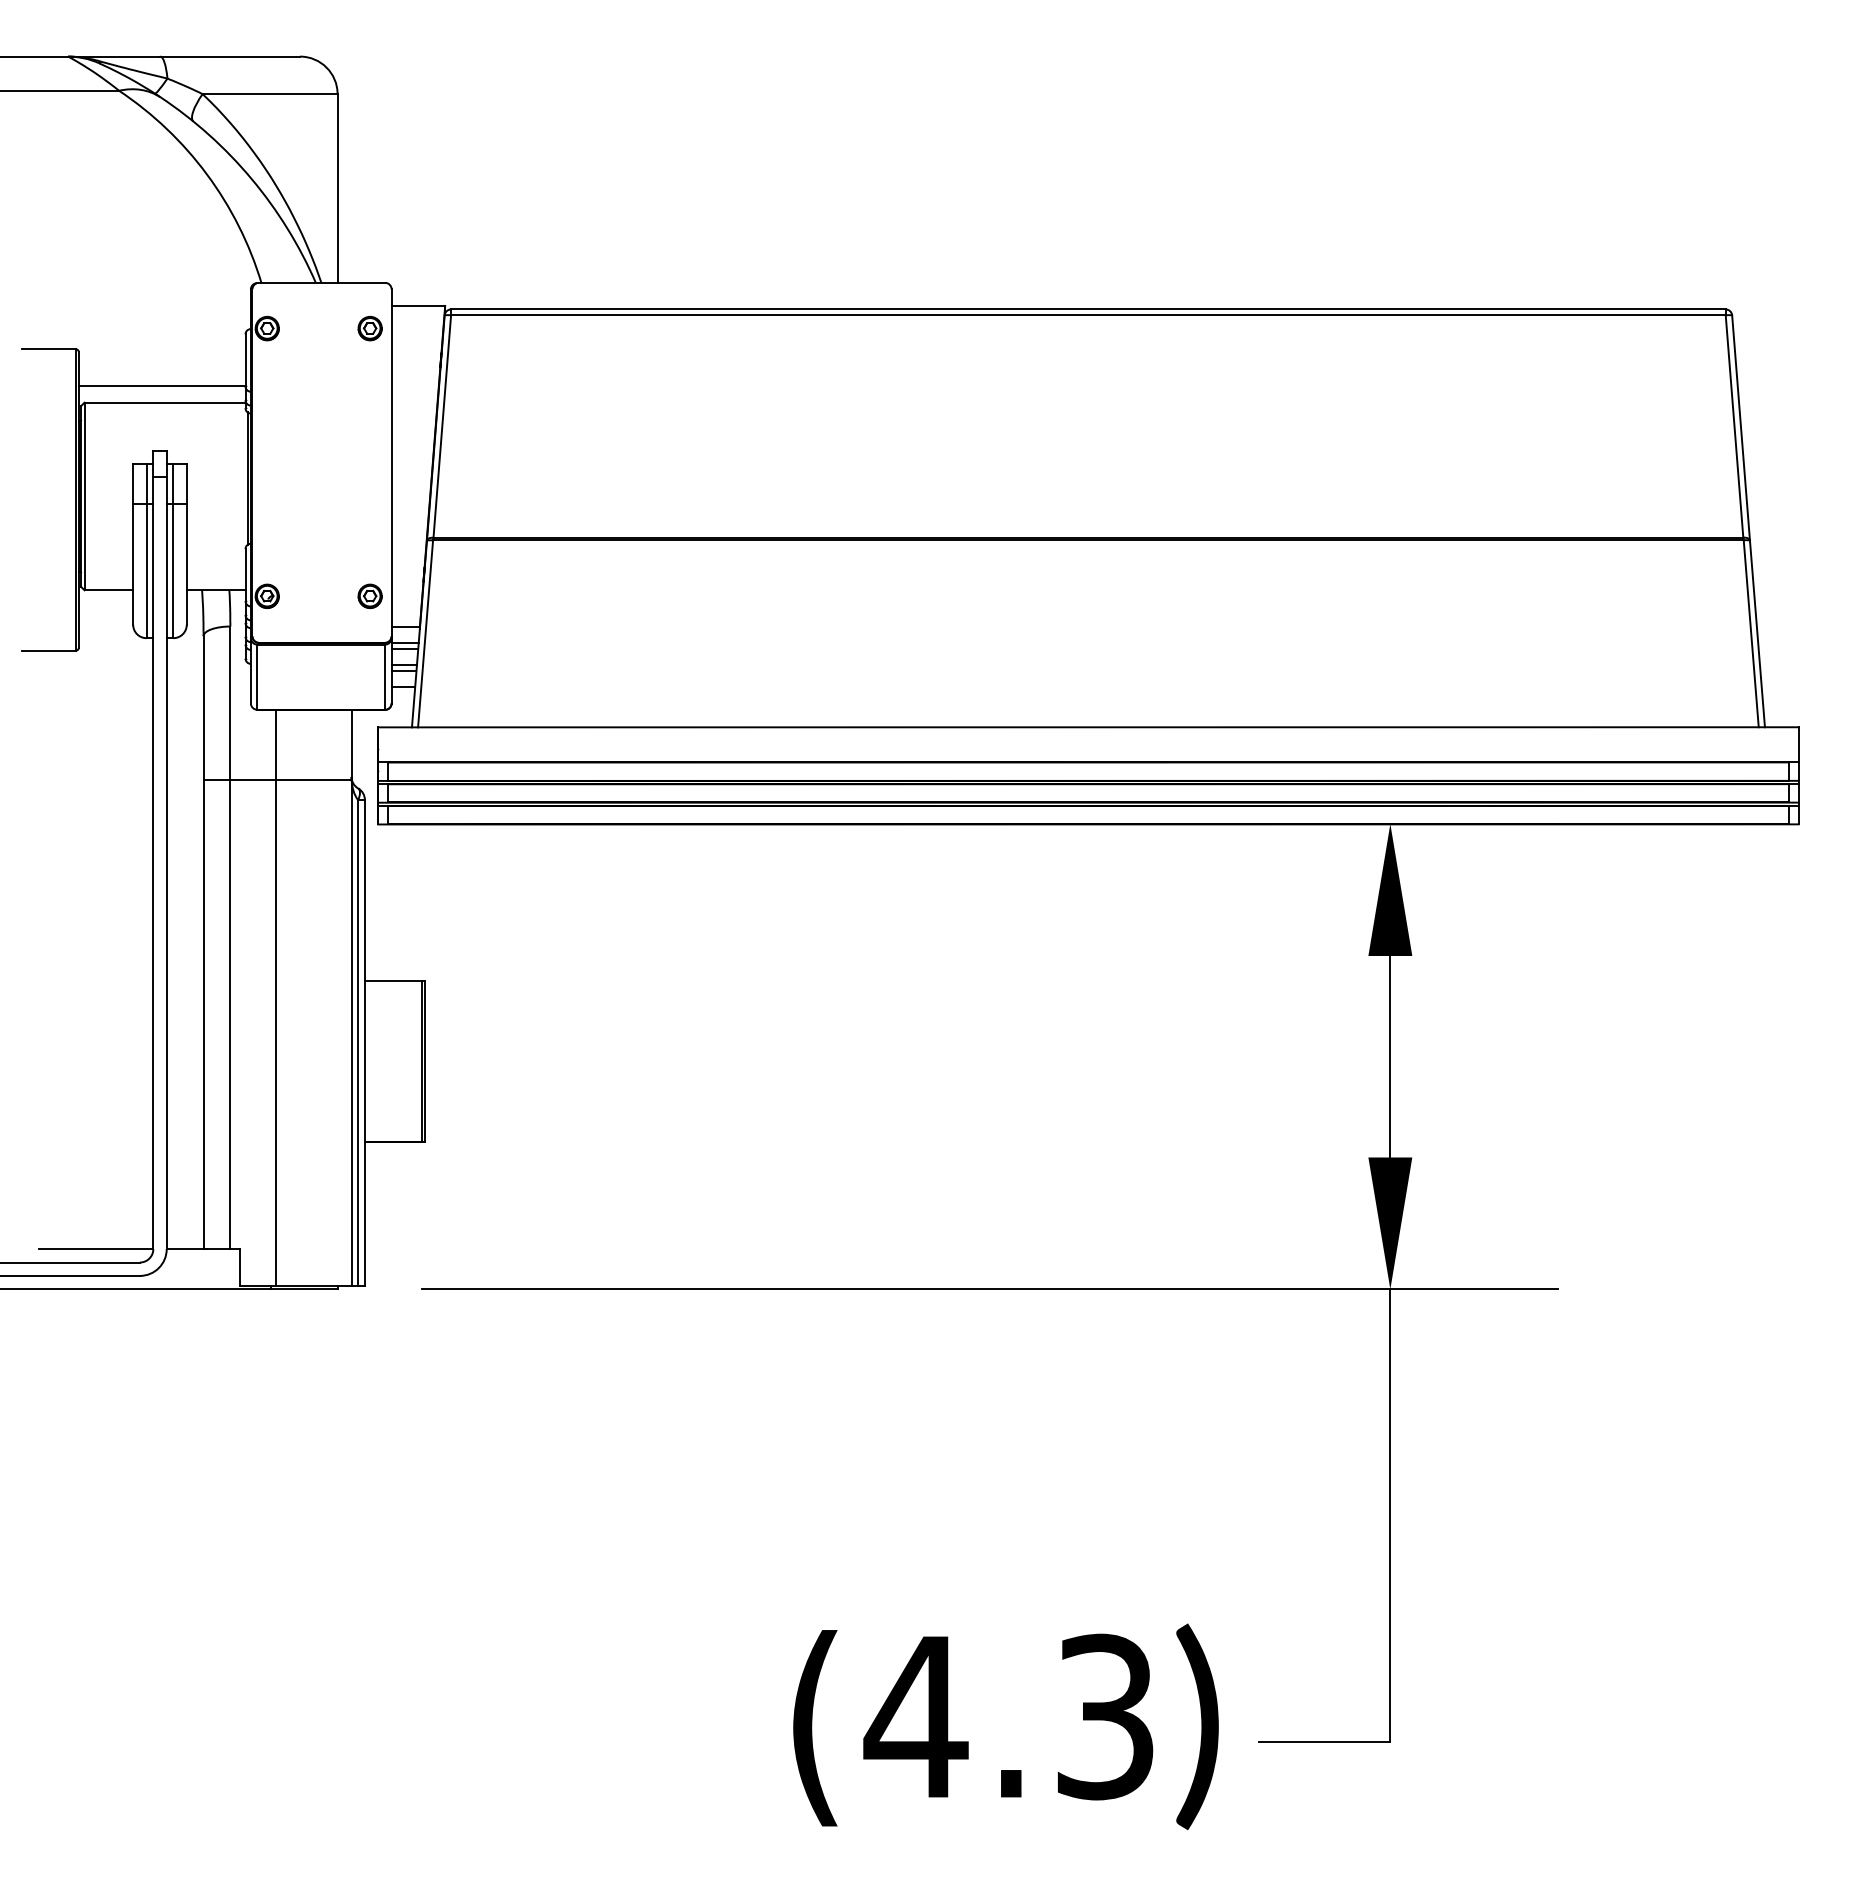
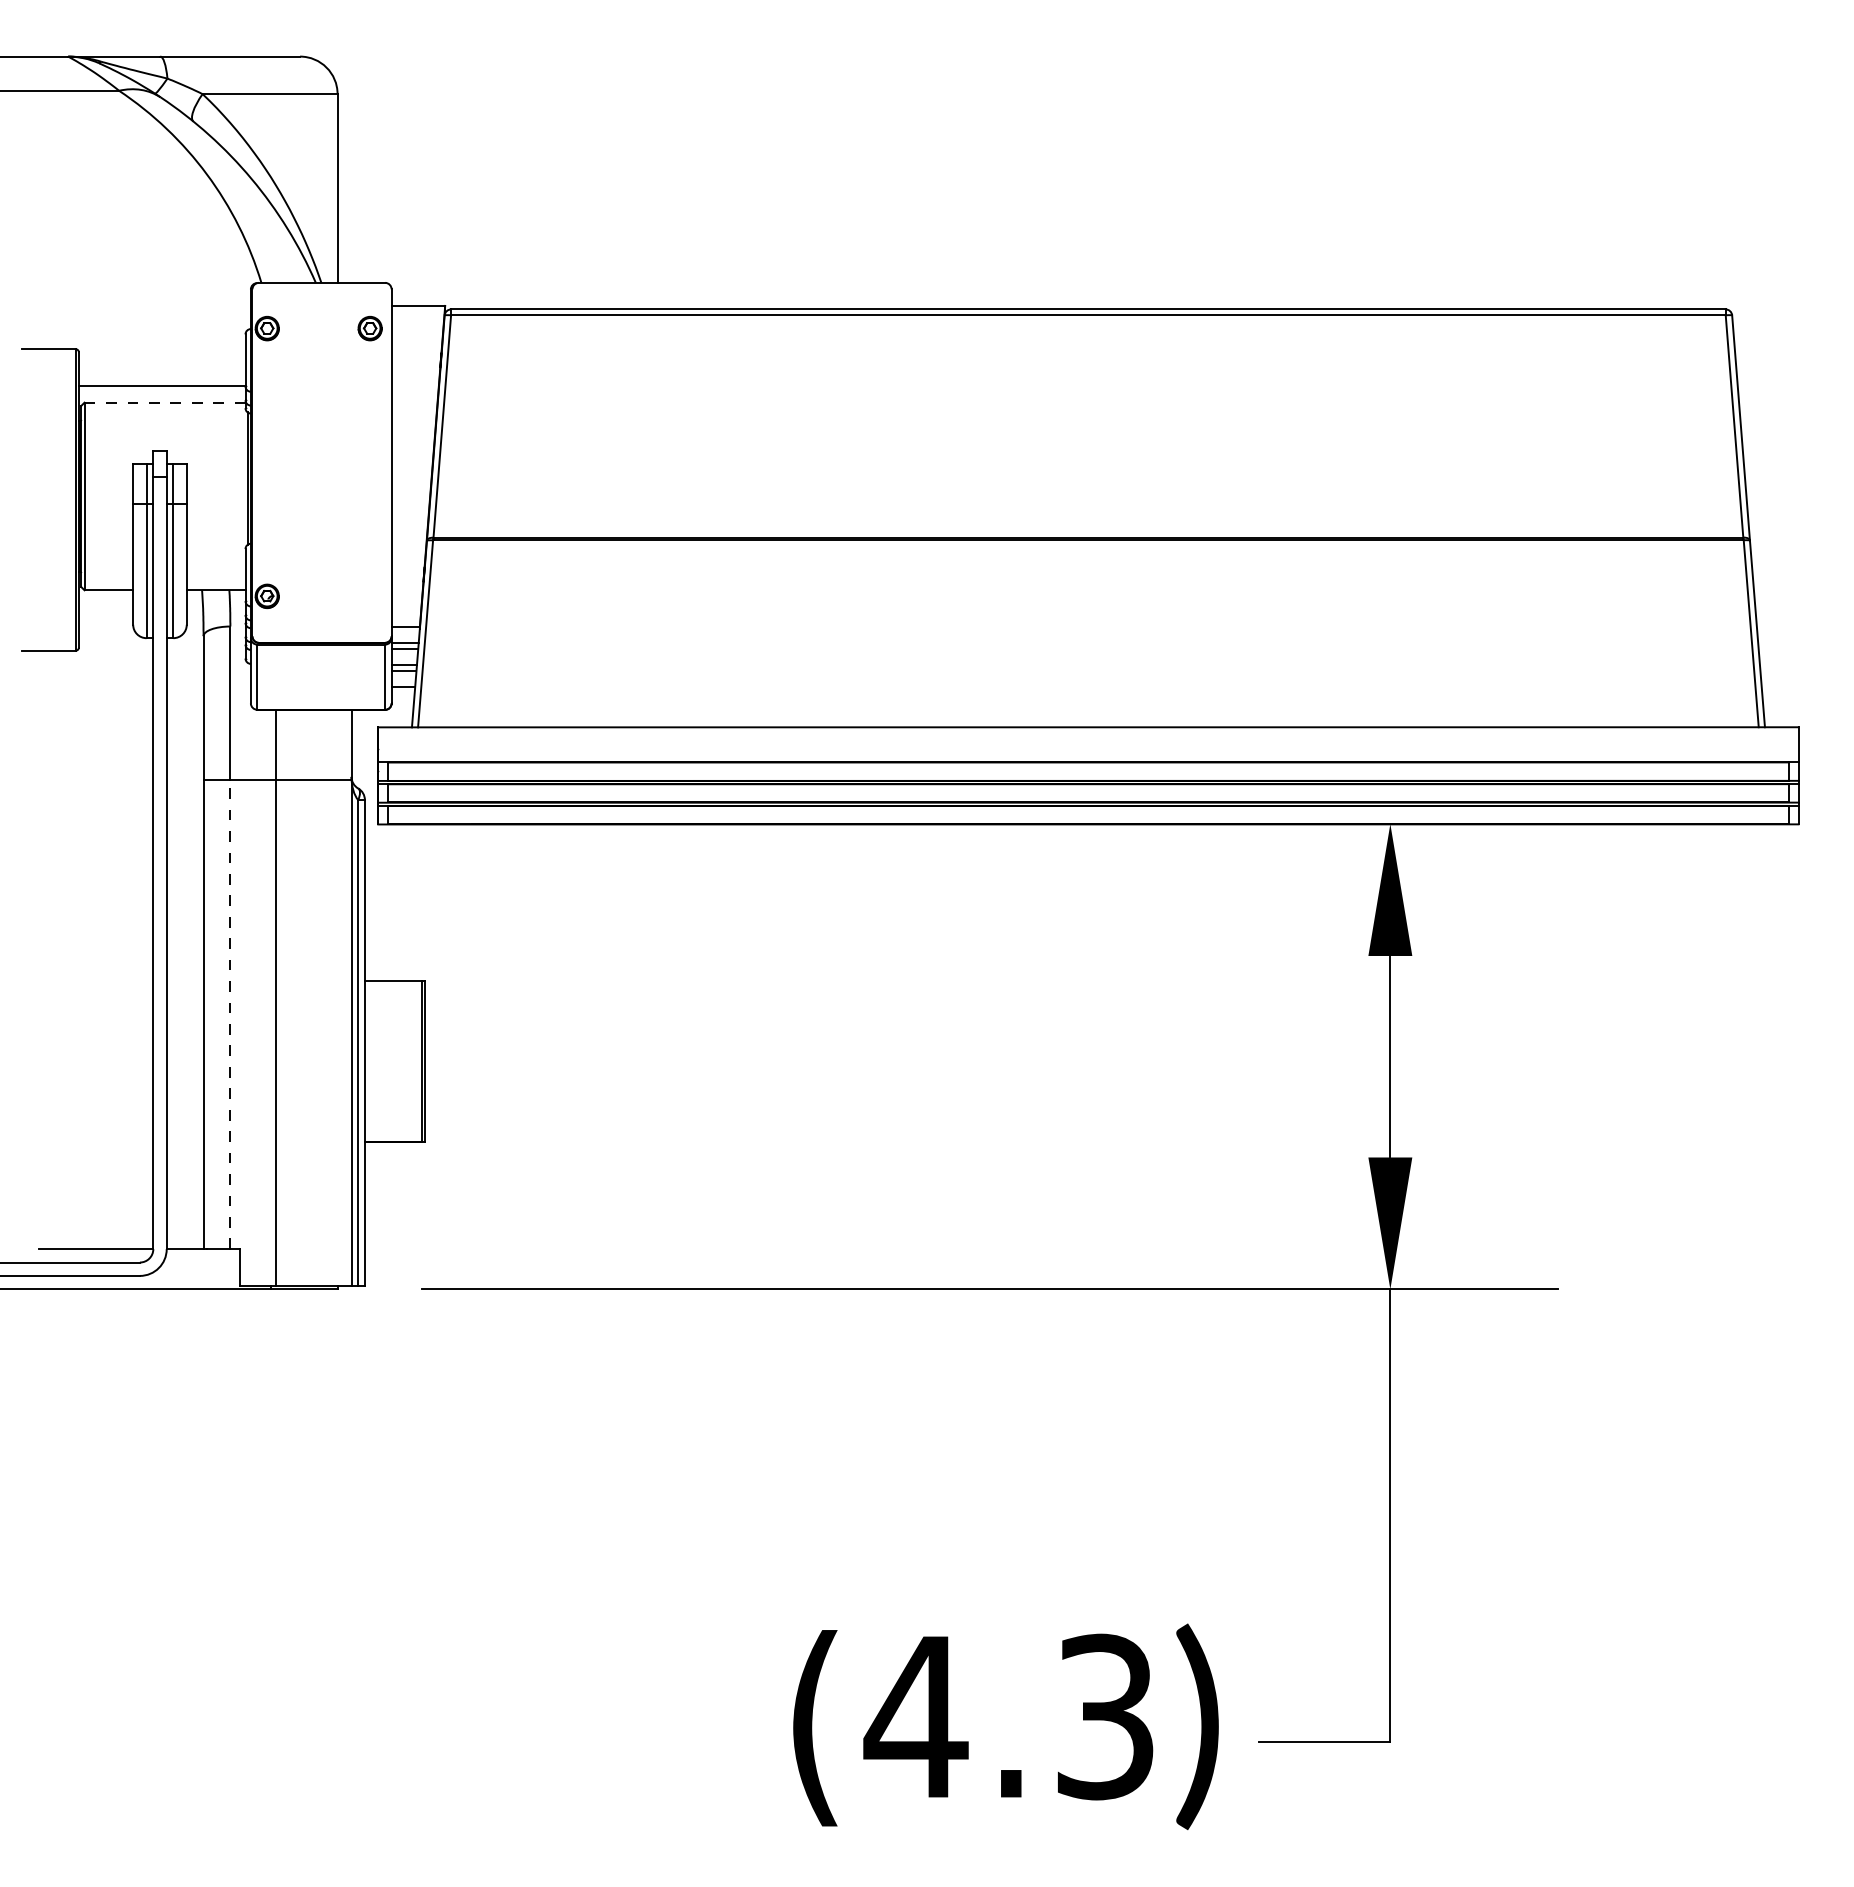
line at (164, 402): solid -> dashed
part at (369, 595): present -> none
line at (230, 1014): solid -> dashed
